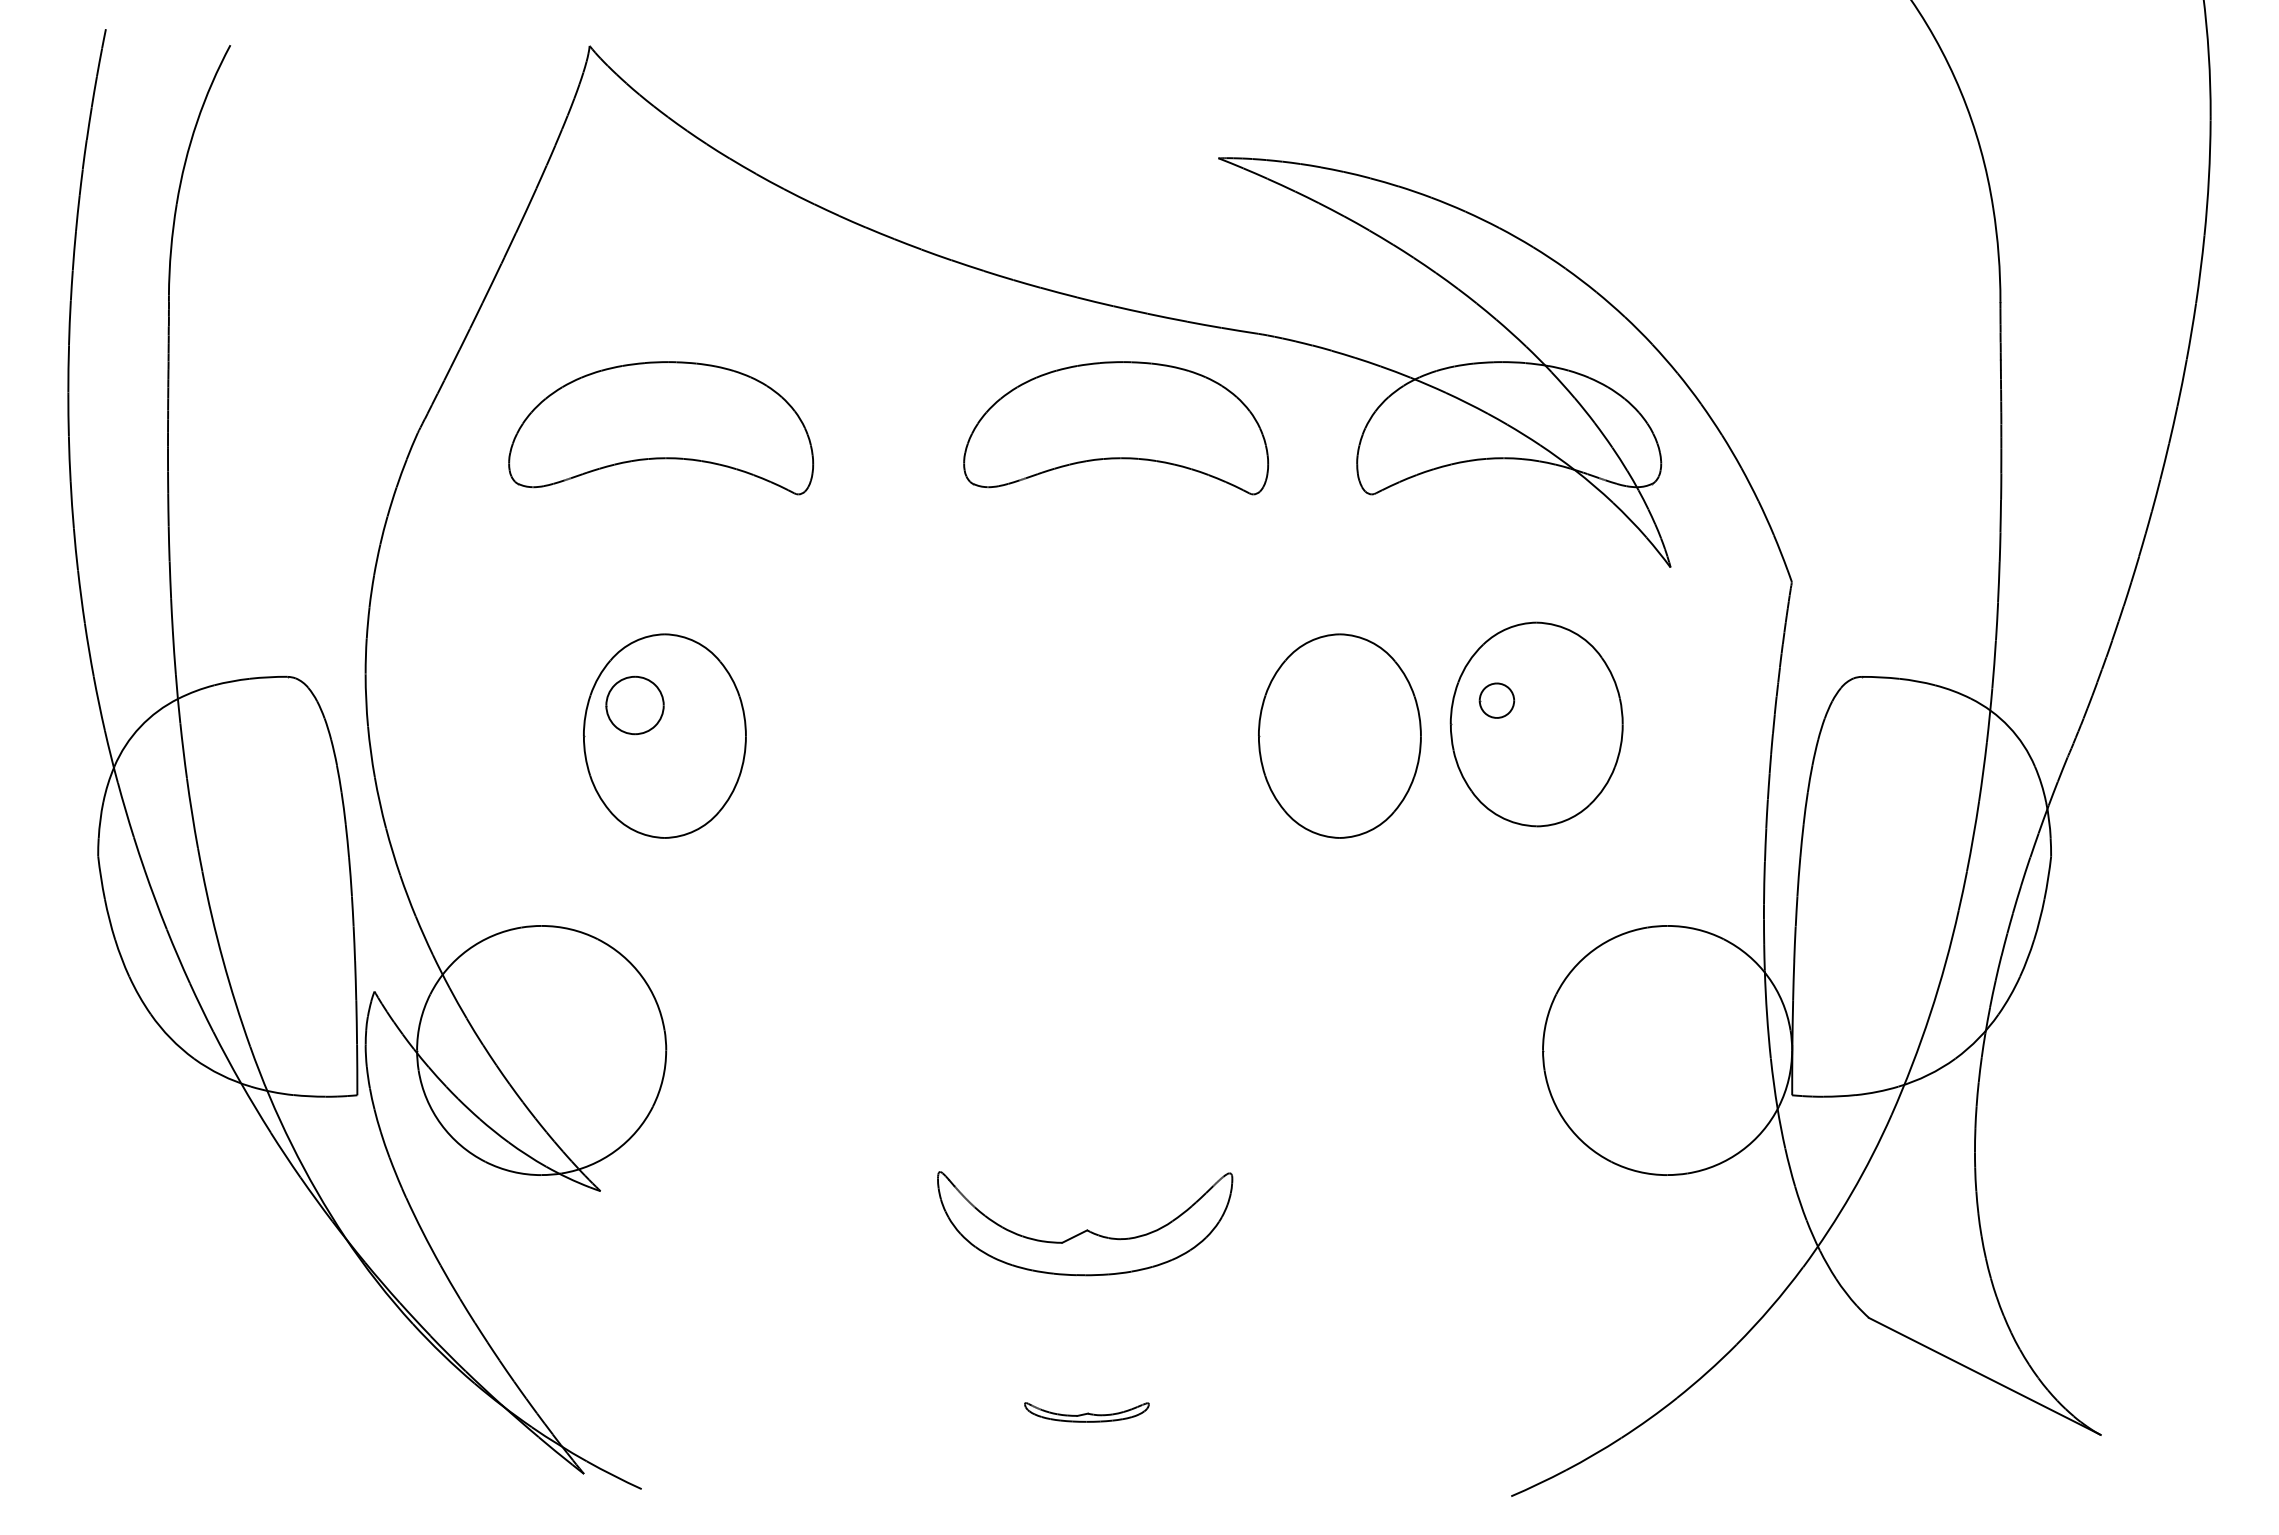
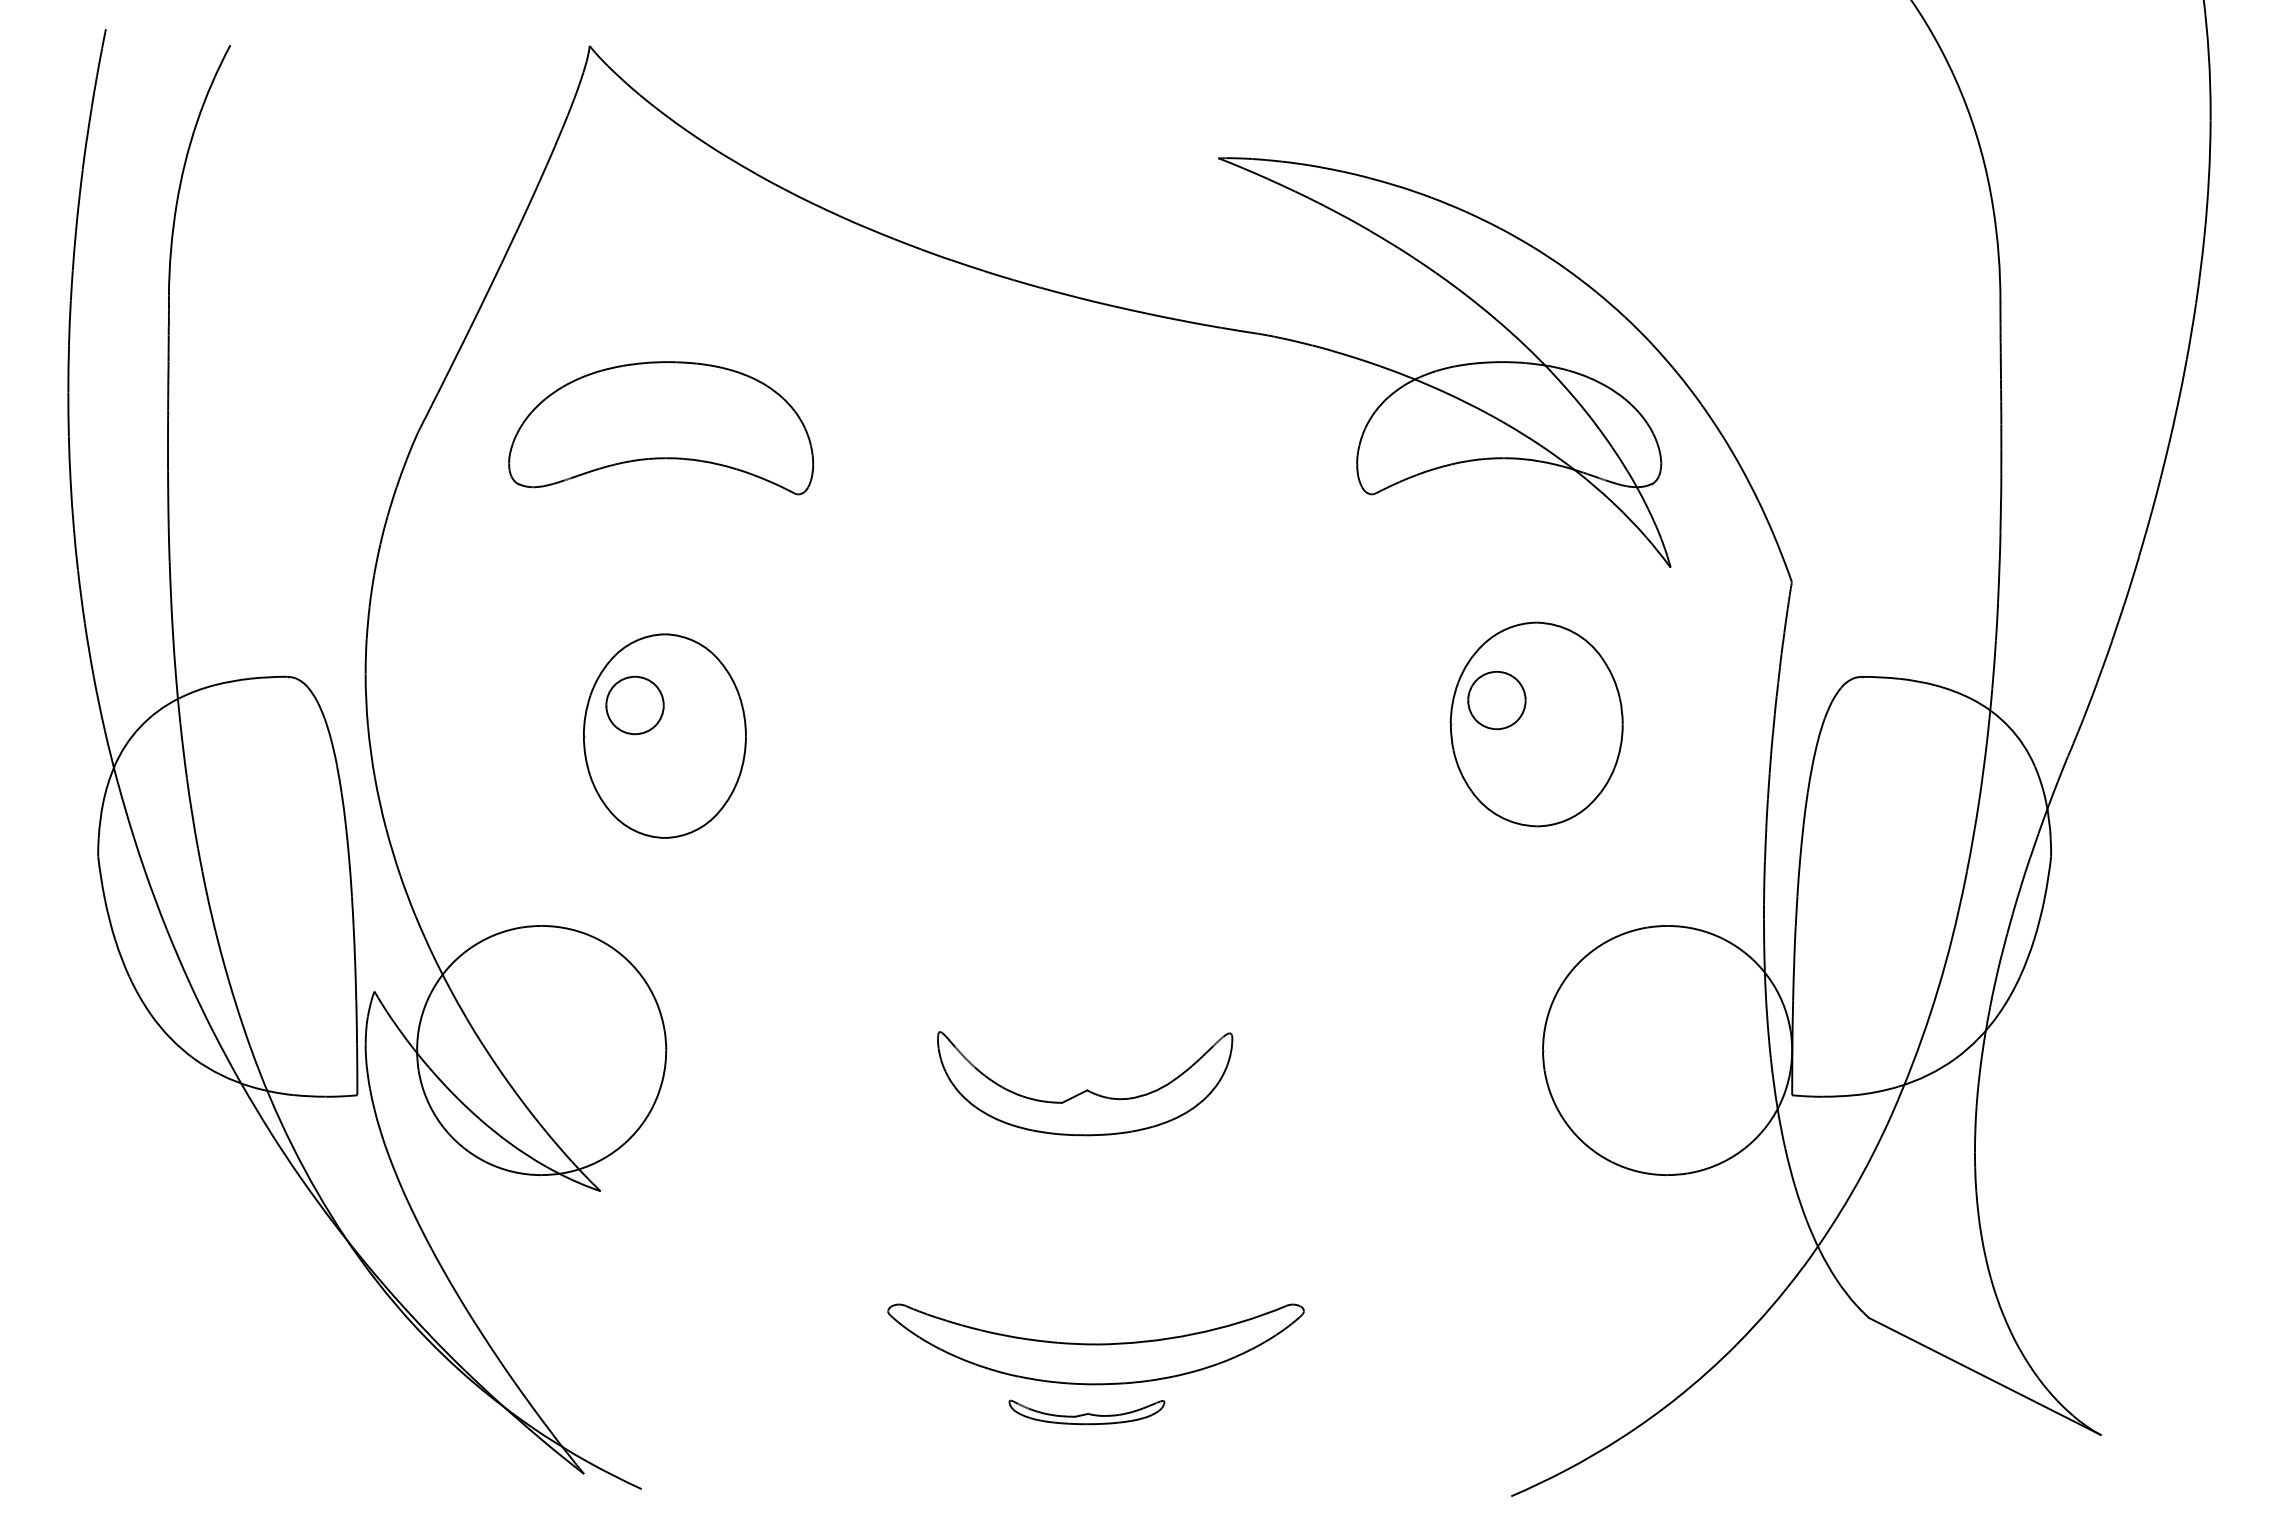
part at (1116, 428): present -> none
part at (1496, 700) size: 38x37 px -> 60x60 px
part at (1339, 735): present -> none
part at (1086, 1229) position: (1086, 1229) -> (1086, 1089)
part at (1095, 1344): none -> present
part at (1086, 1412) size: 126x21 px -> 158x27 px
